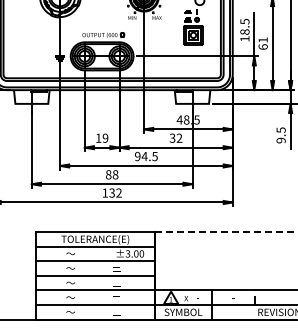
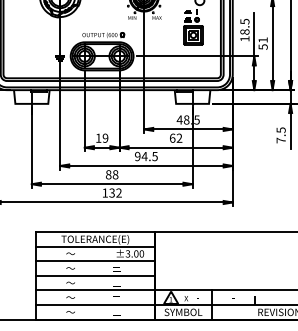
text at (262, 46): 61 -> 51
text at (172, 137): 32 -> 62
text at (280, 140): 9.5 -> 7.5
line at (226, 232): dashed -> solid
